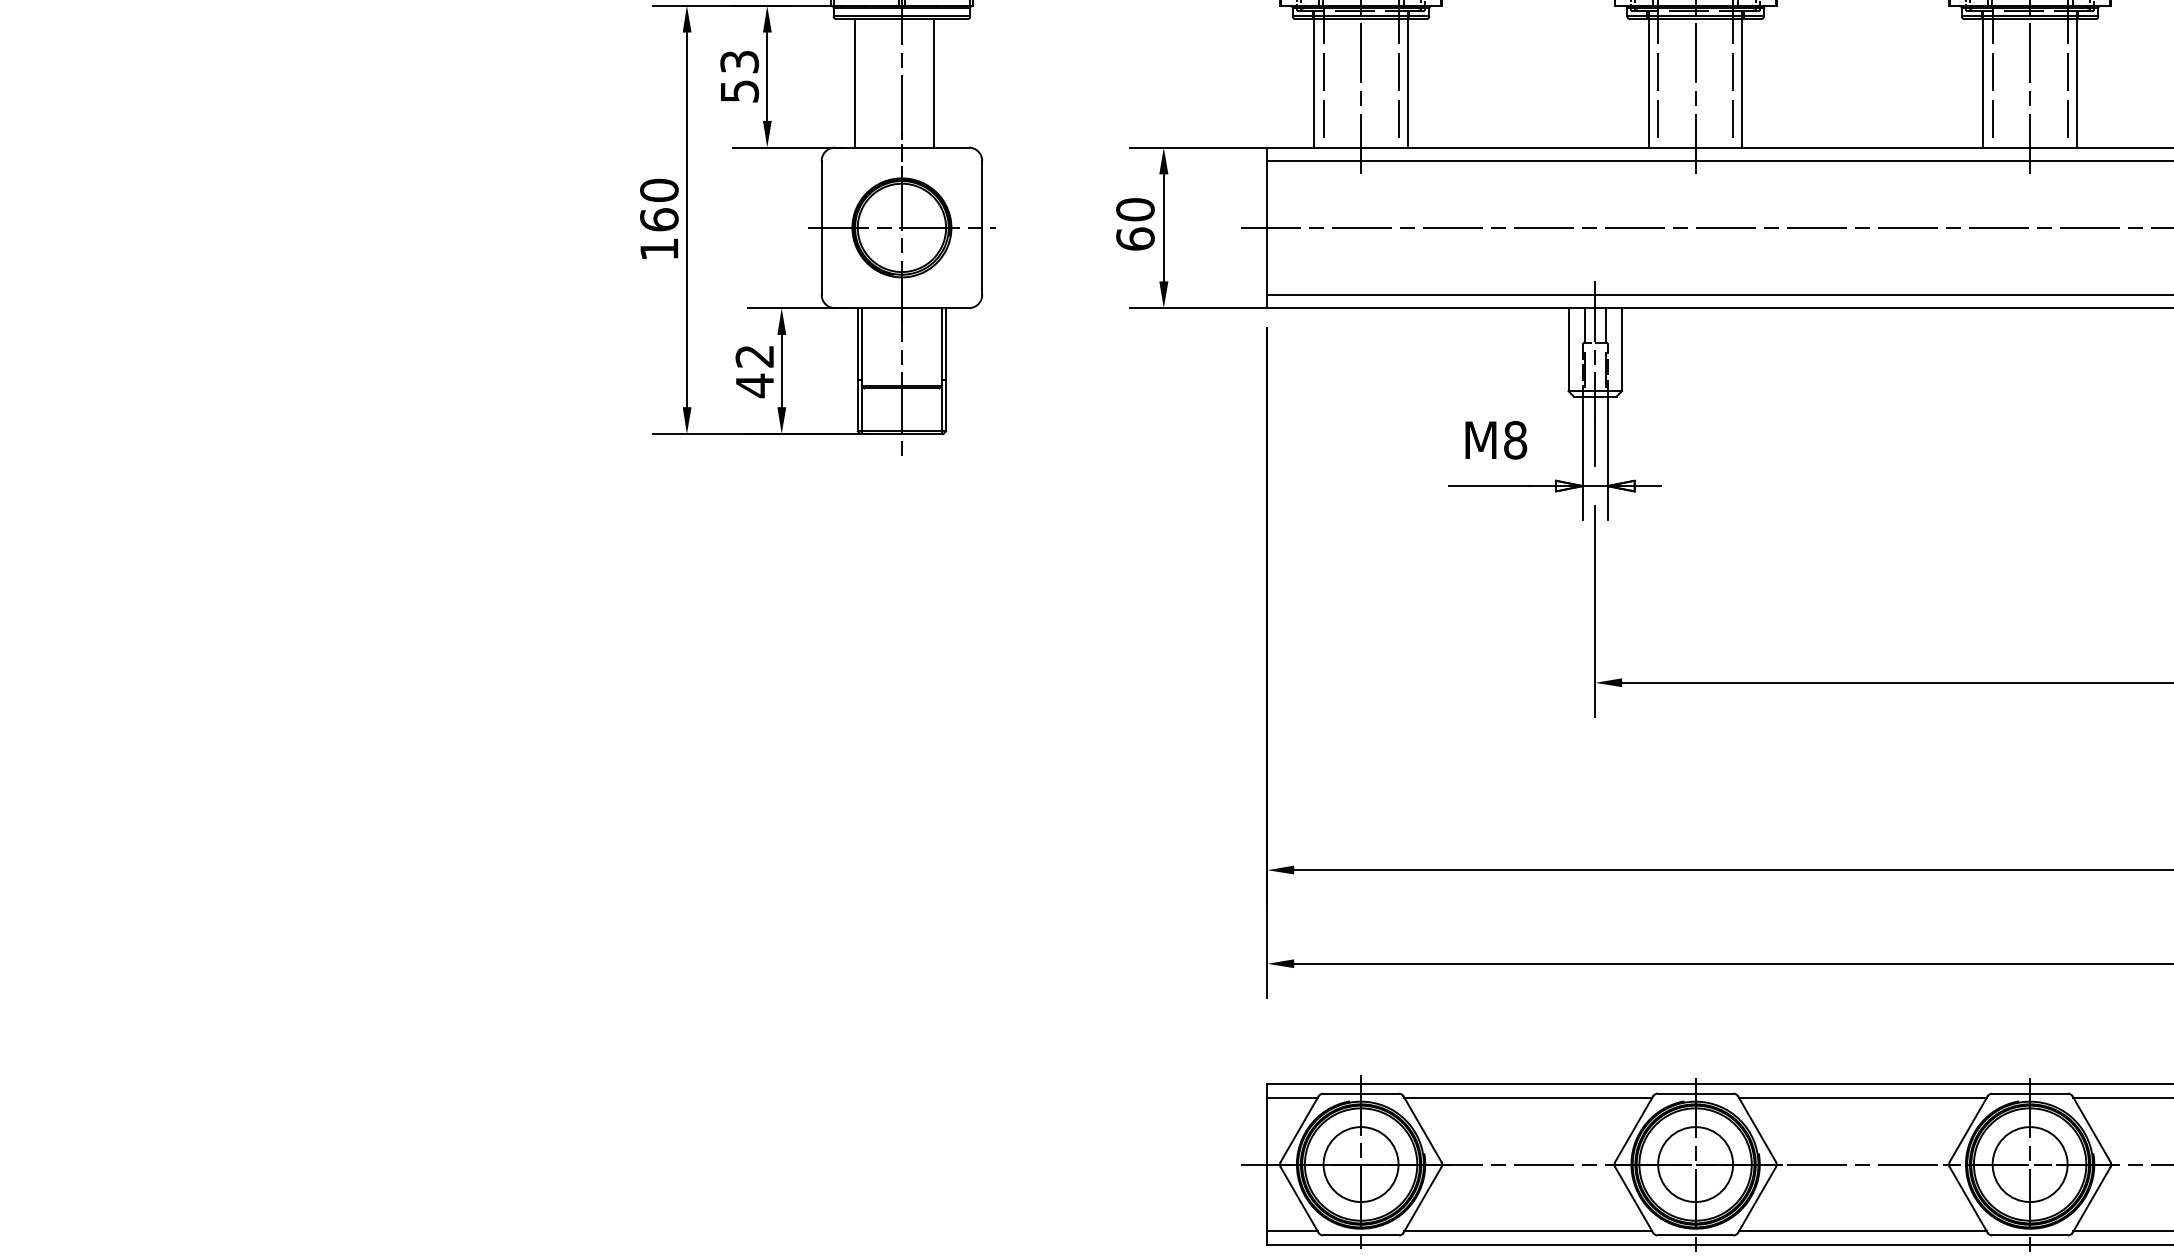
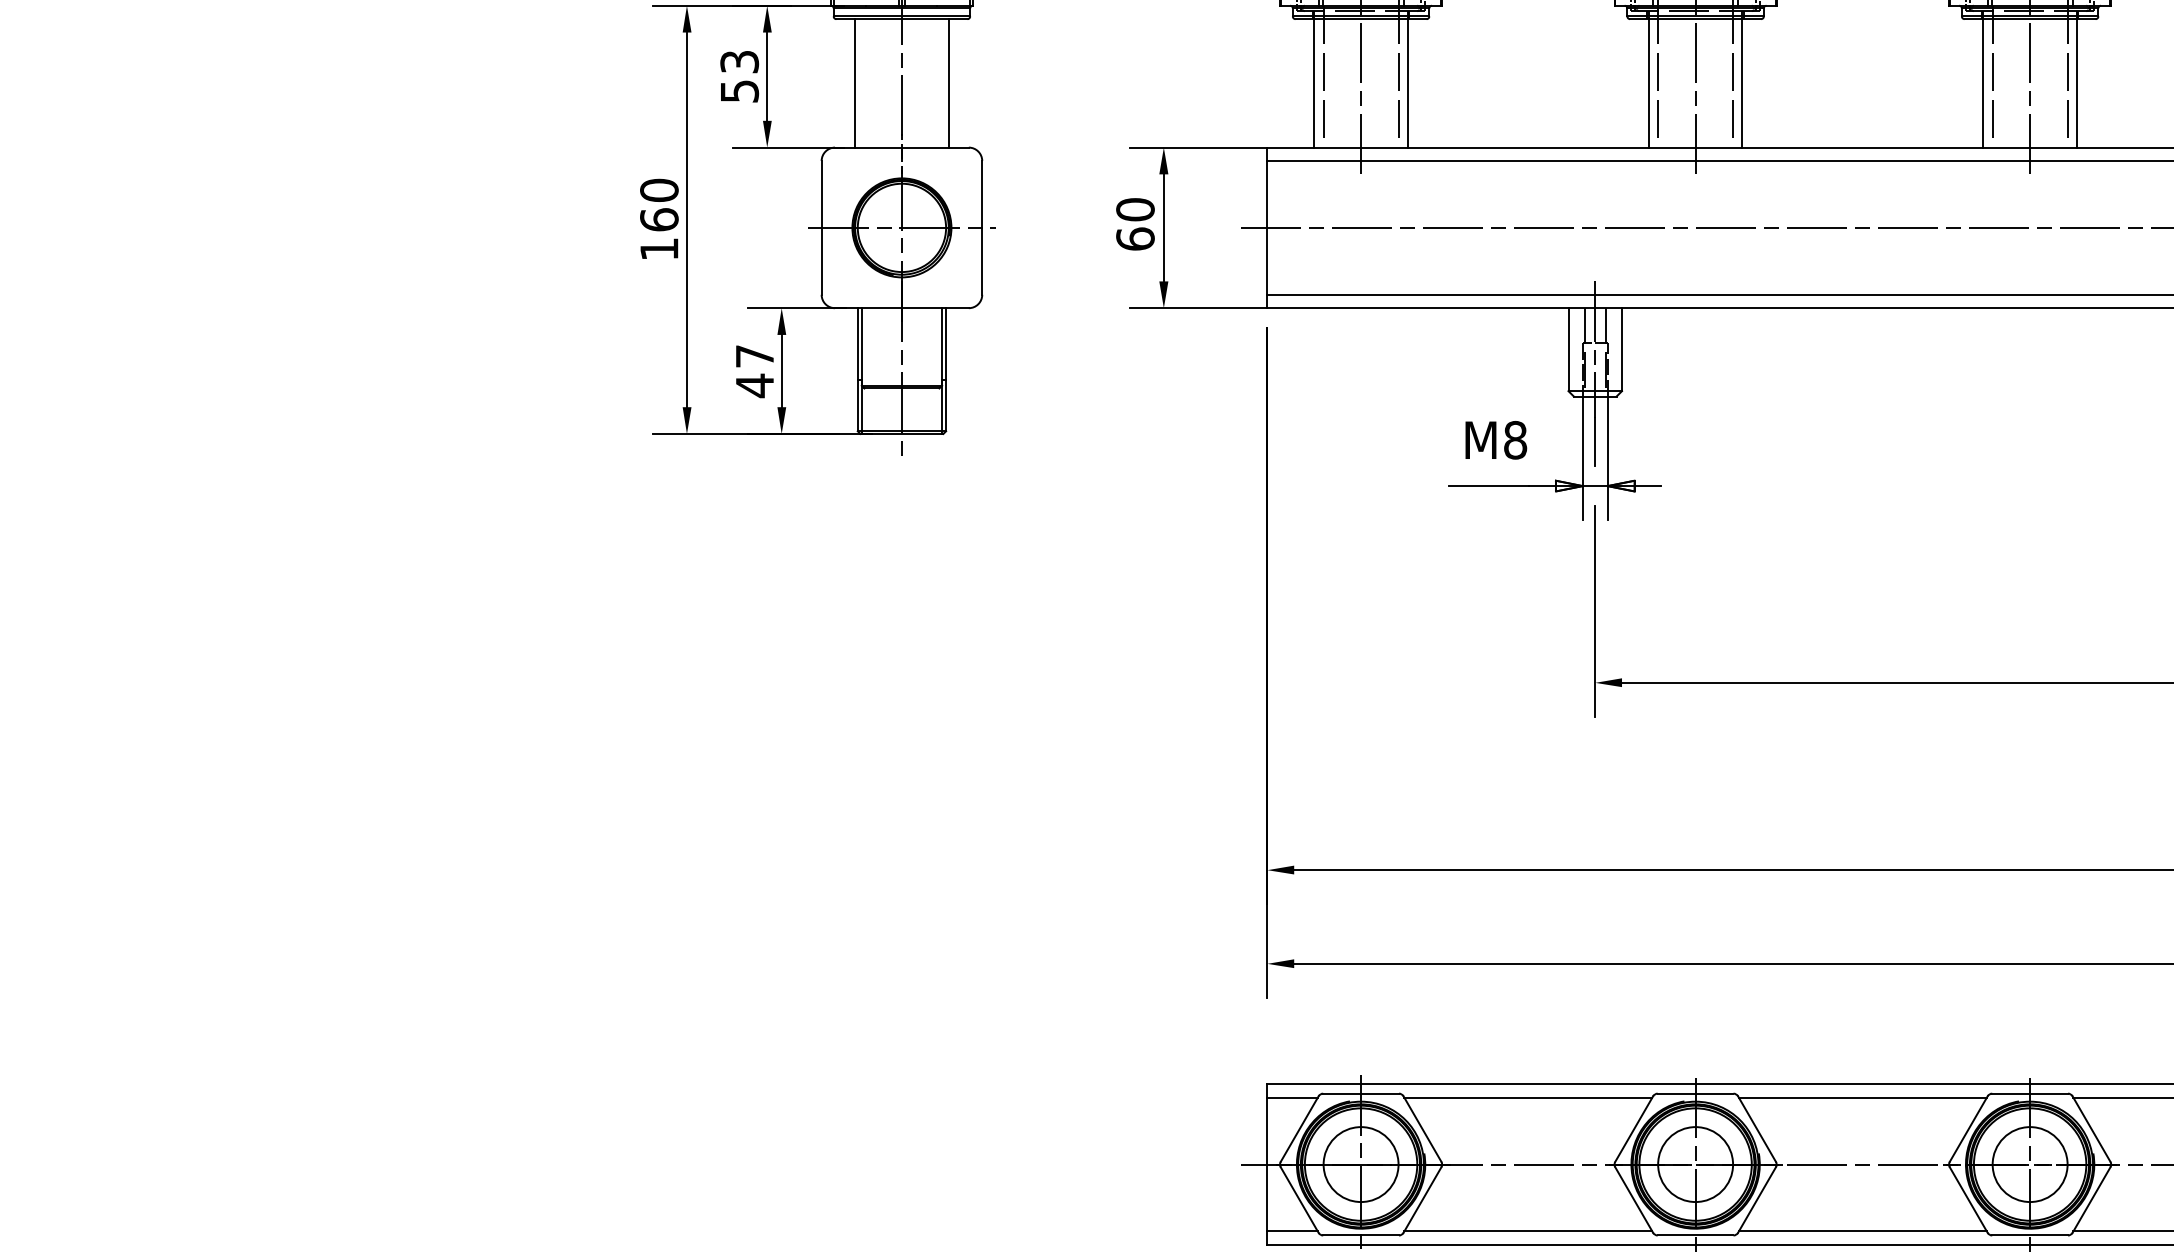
line at (933, 83) position: (933, 83) -> (948, 83)
text at (754, 356): 42 -> 47
